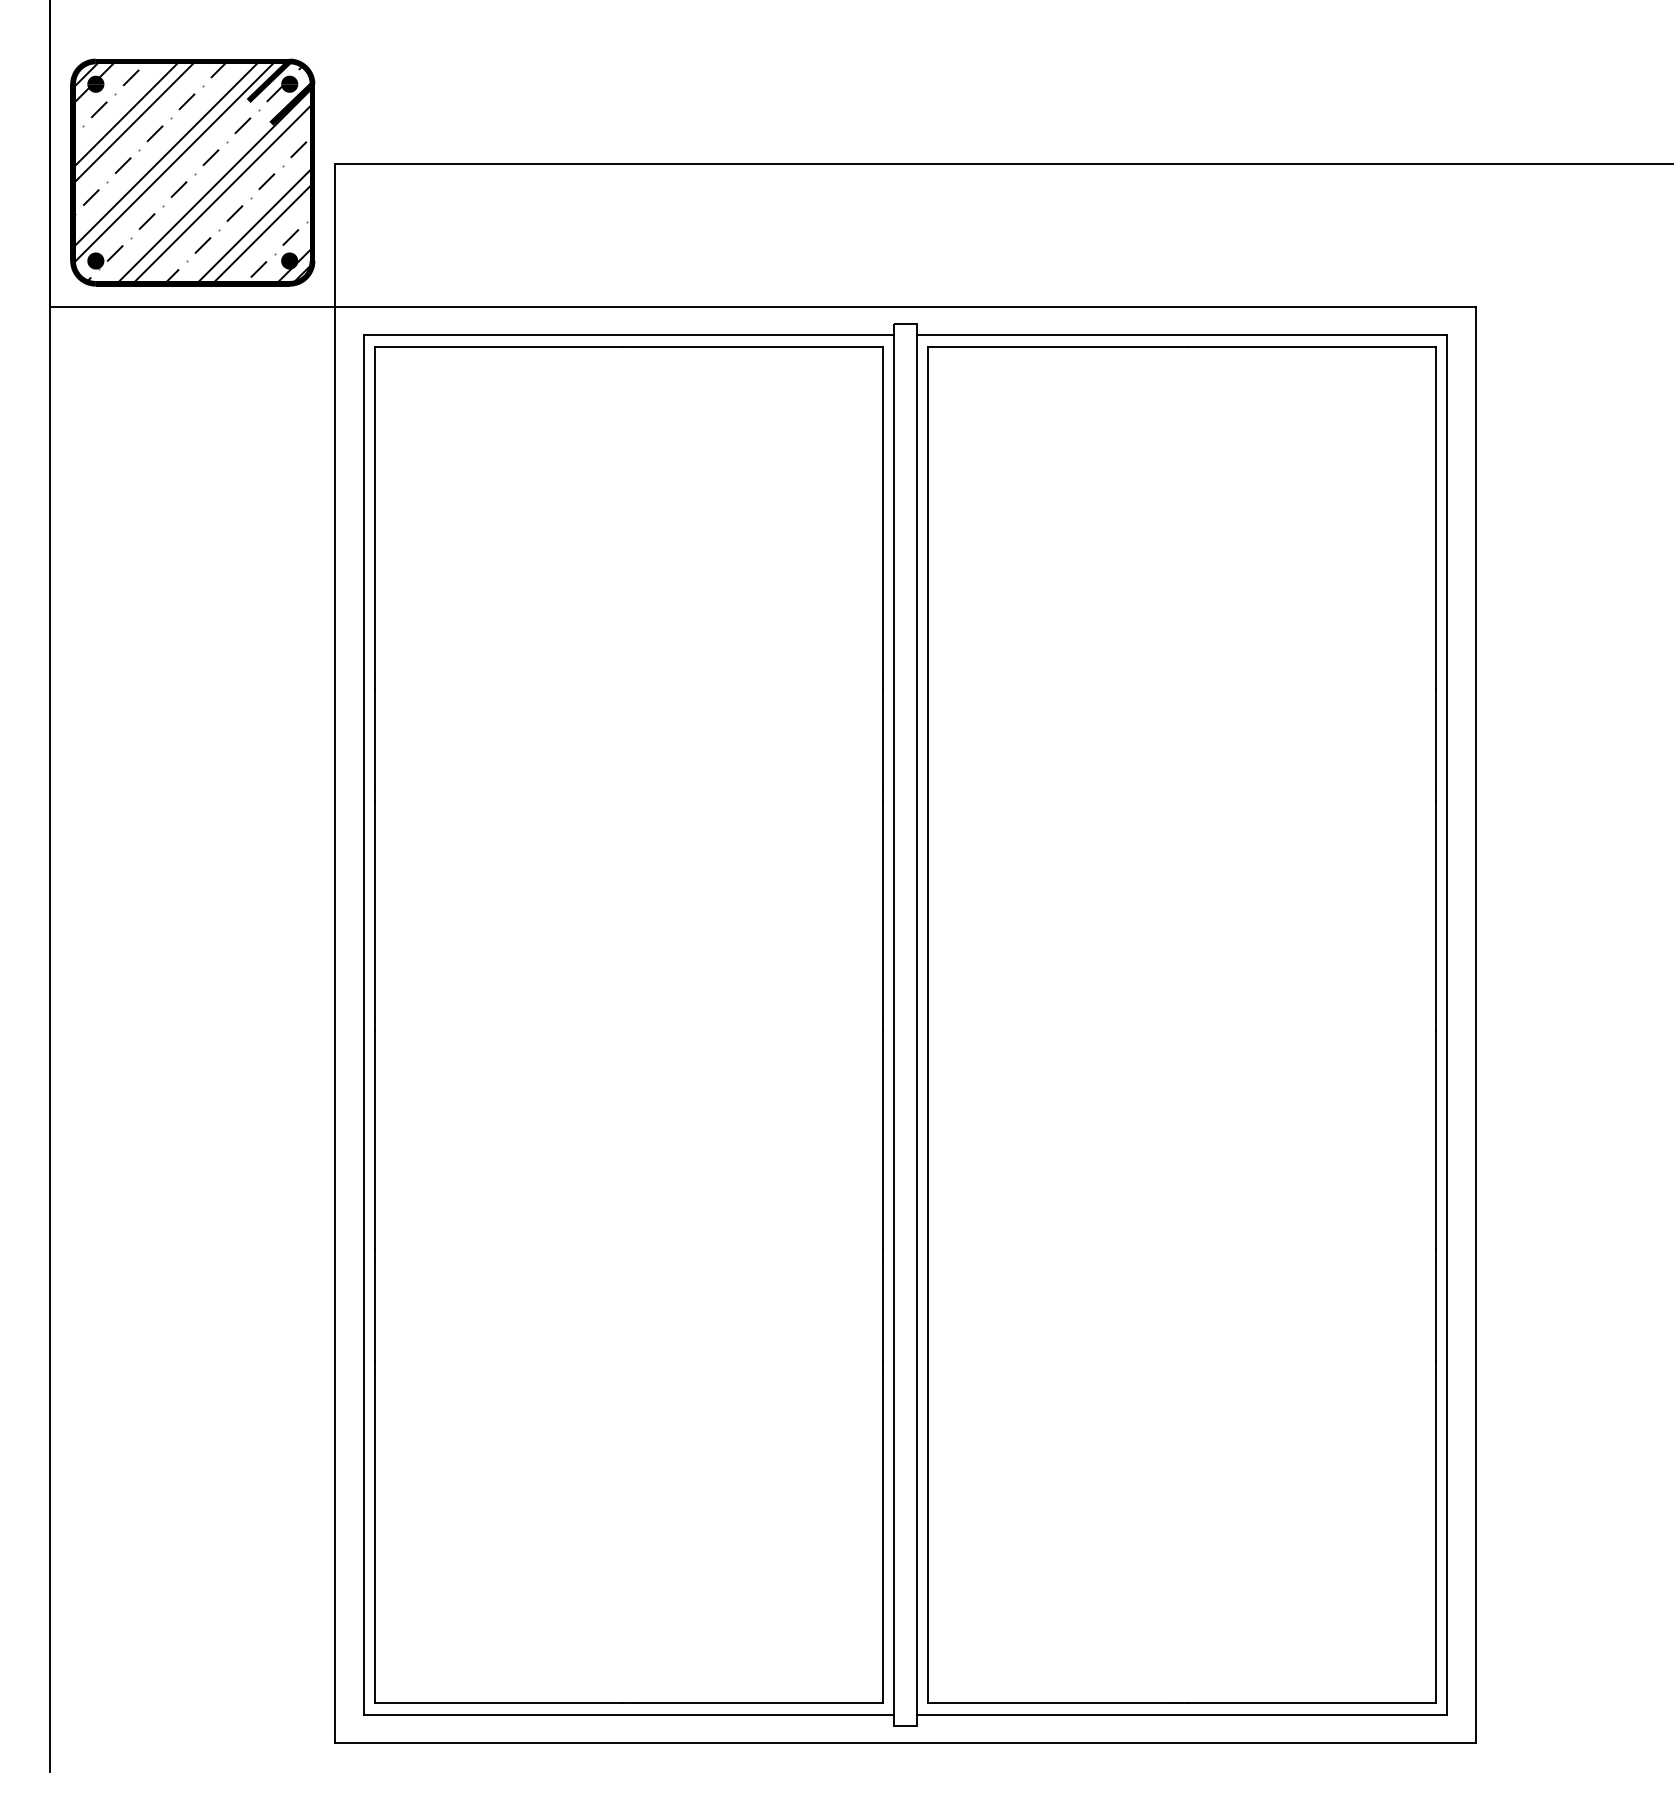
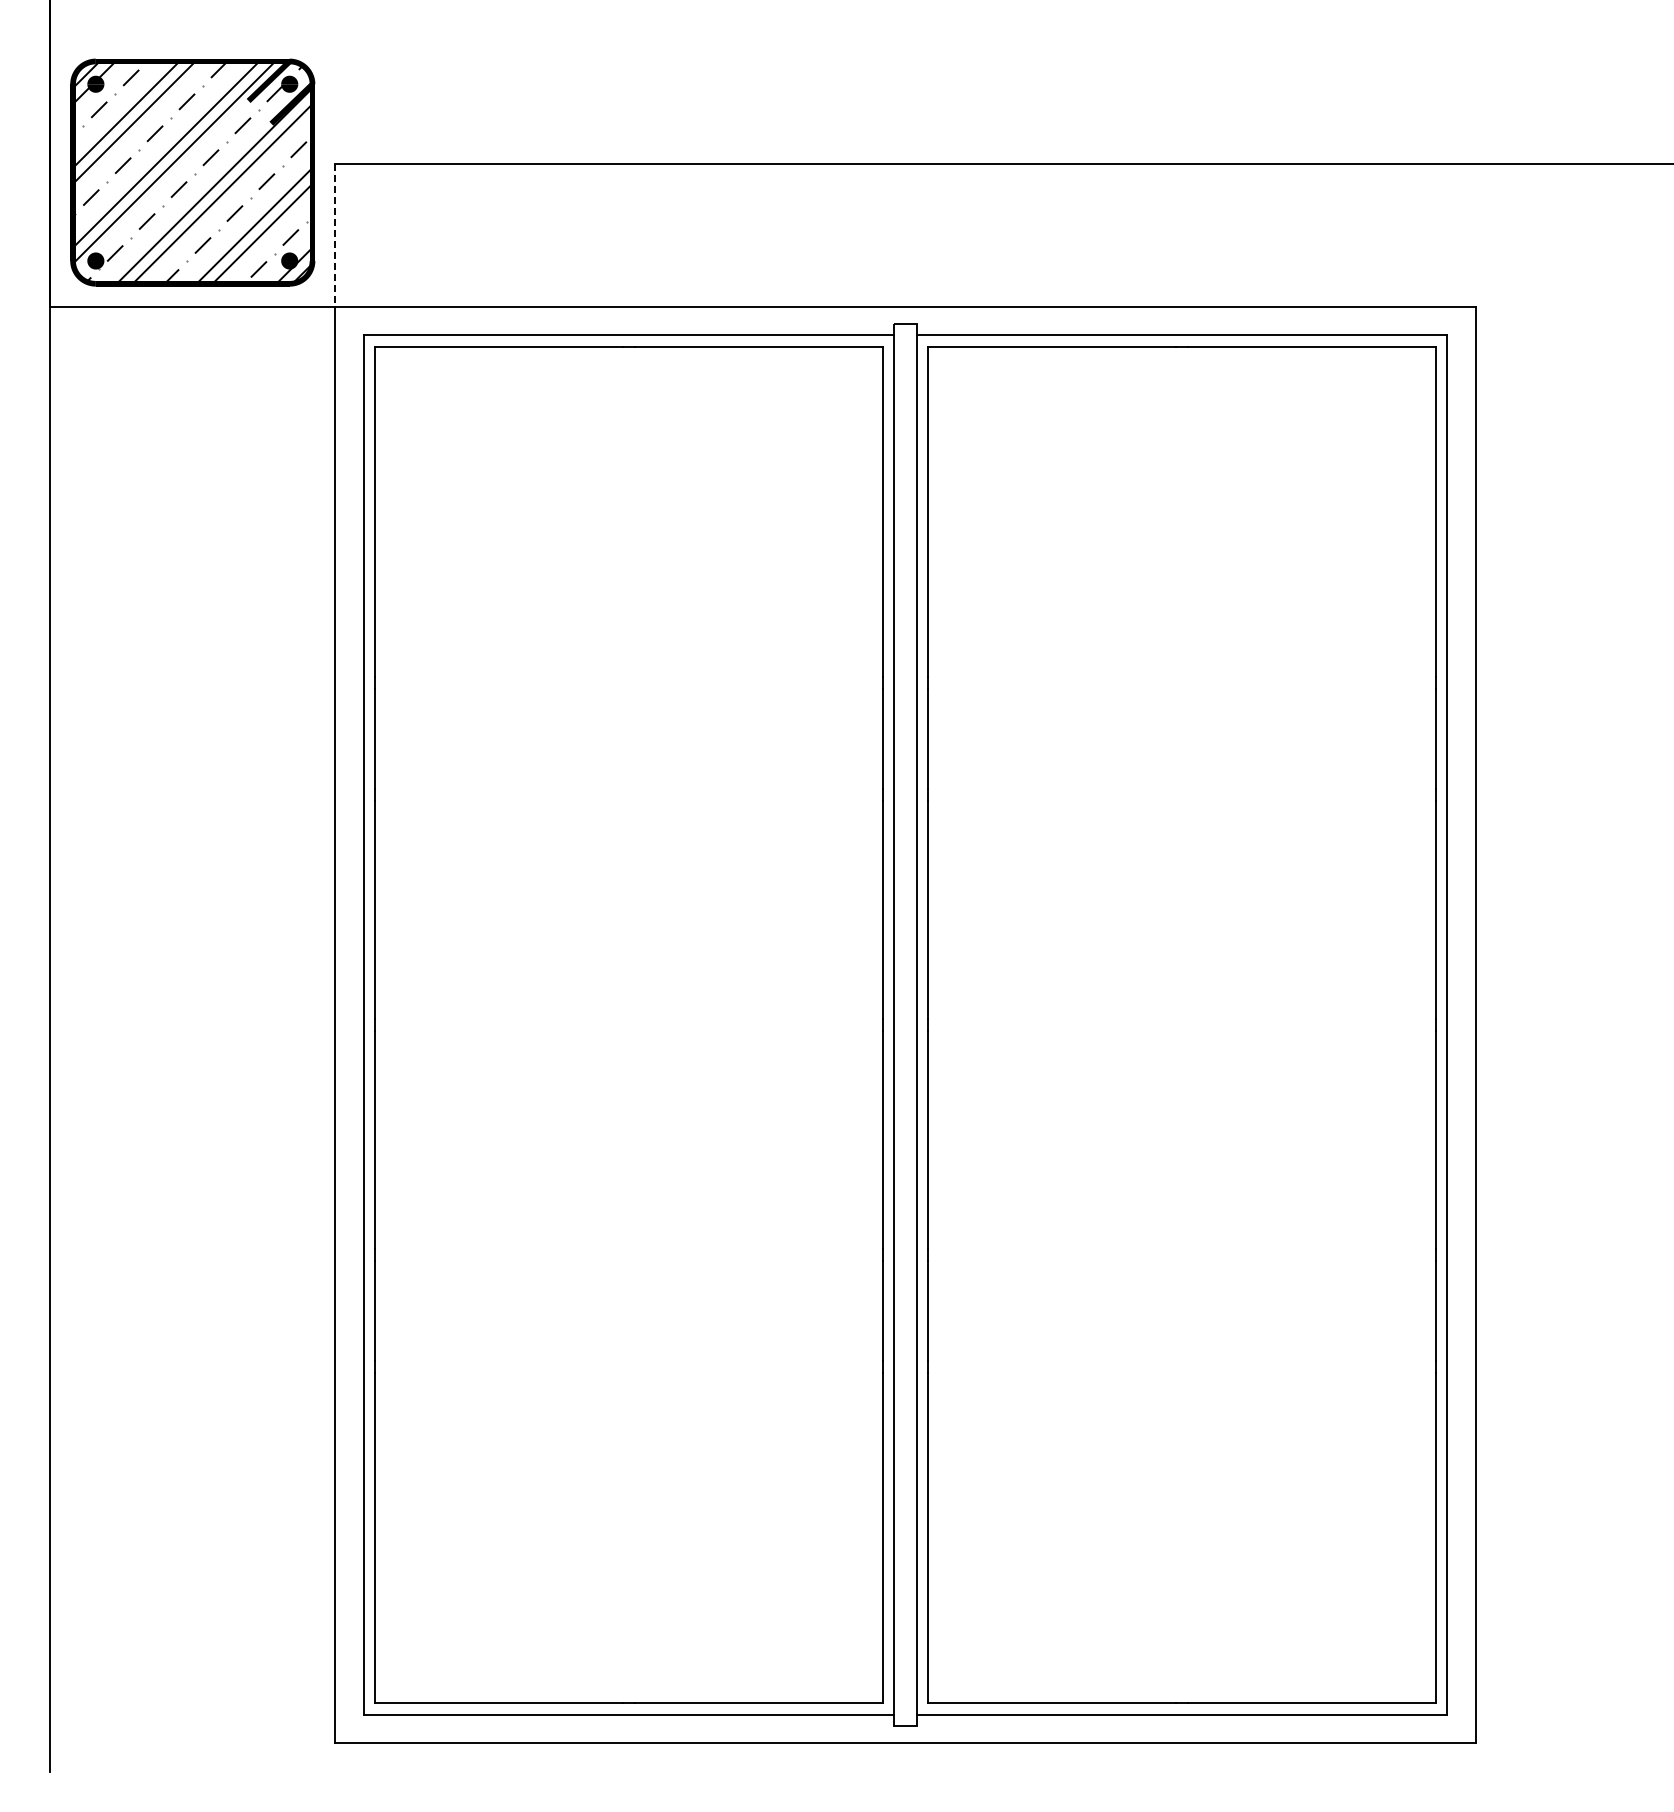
line at (335, 235): solid -> dashed
